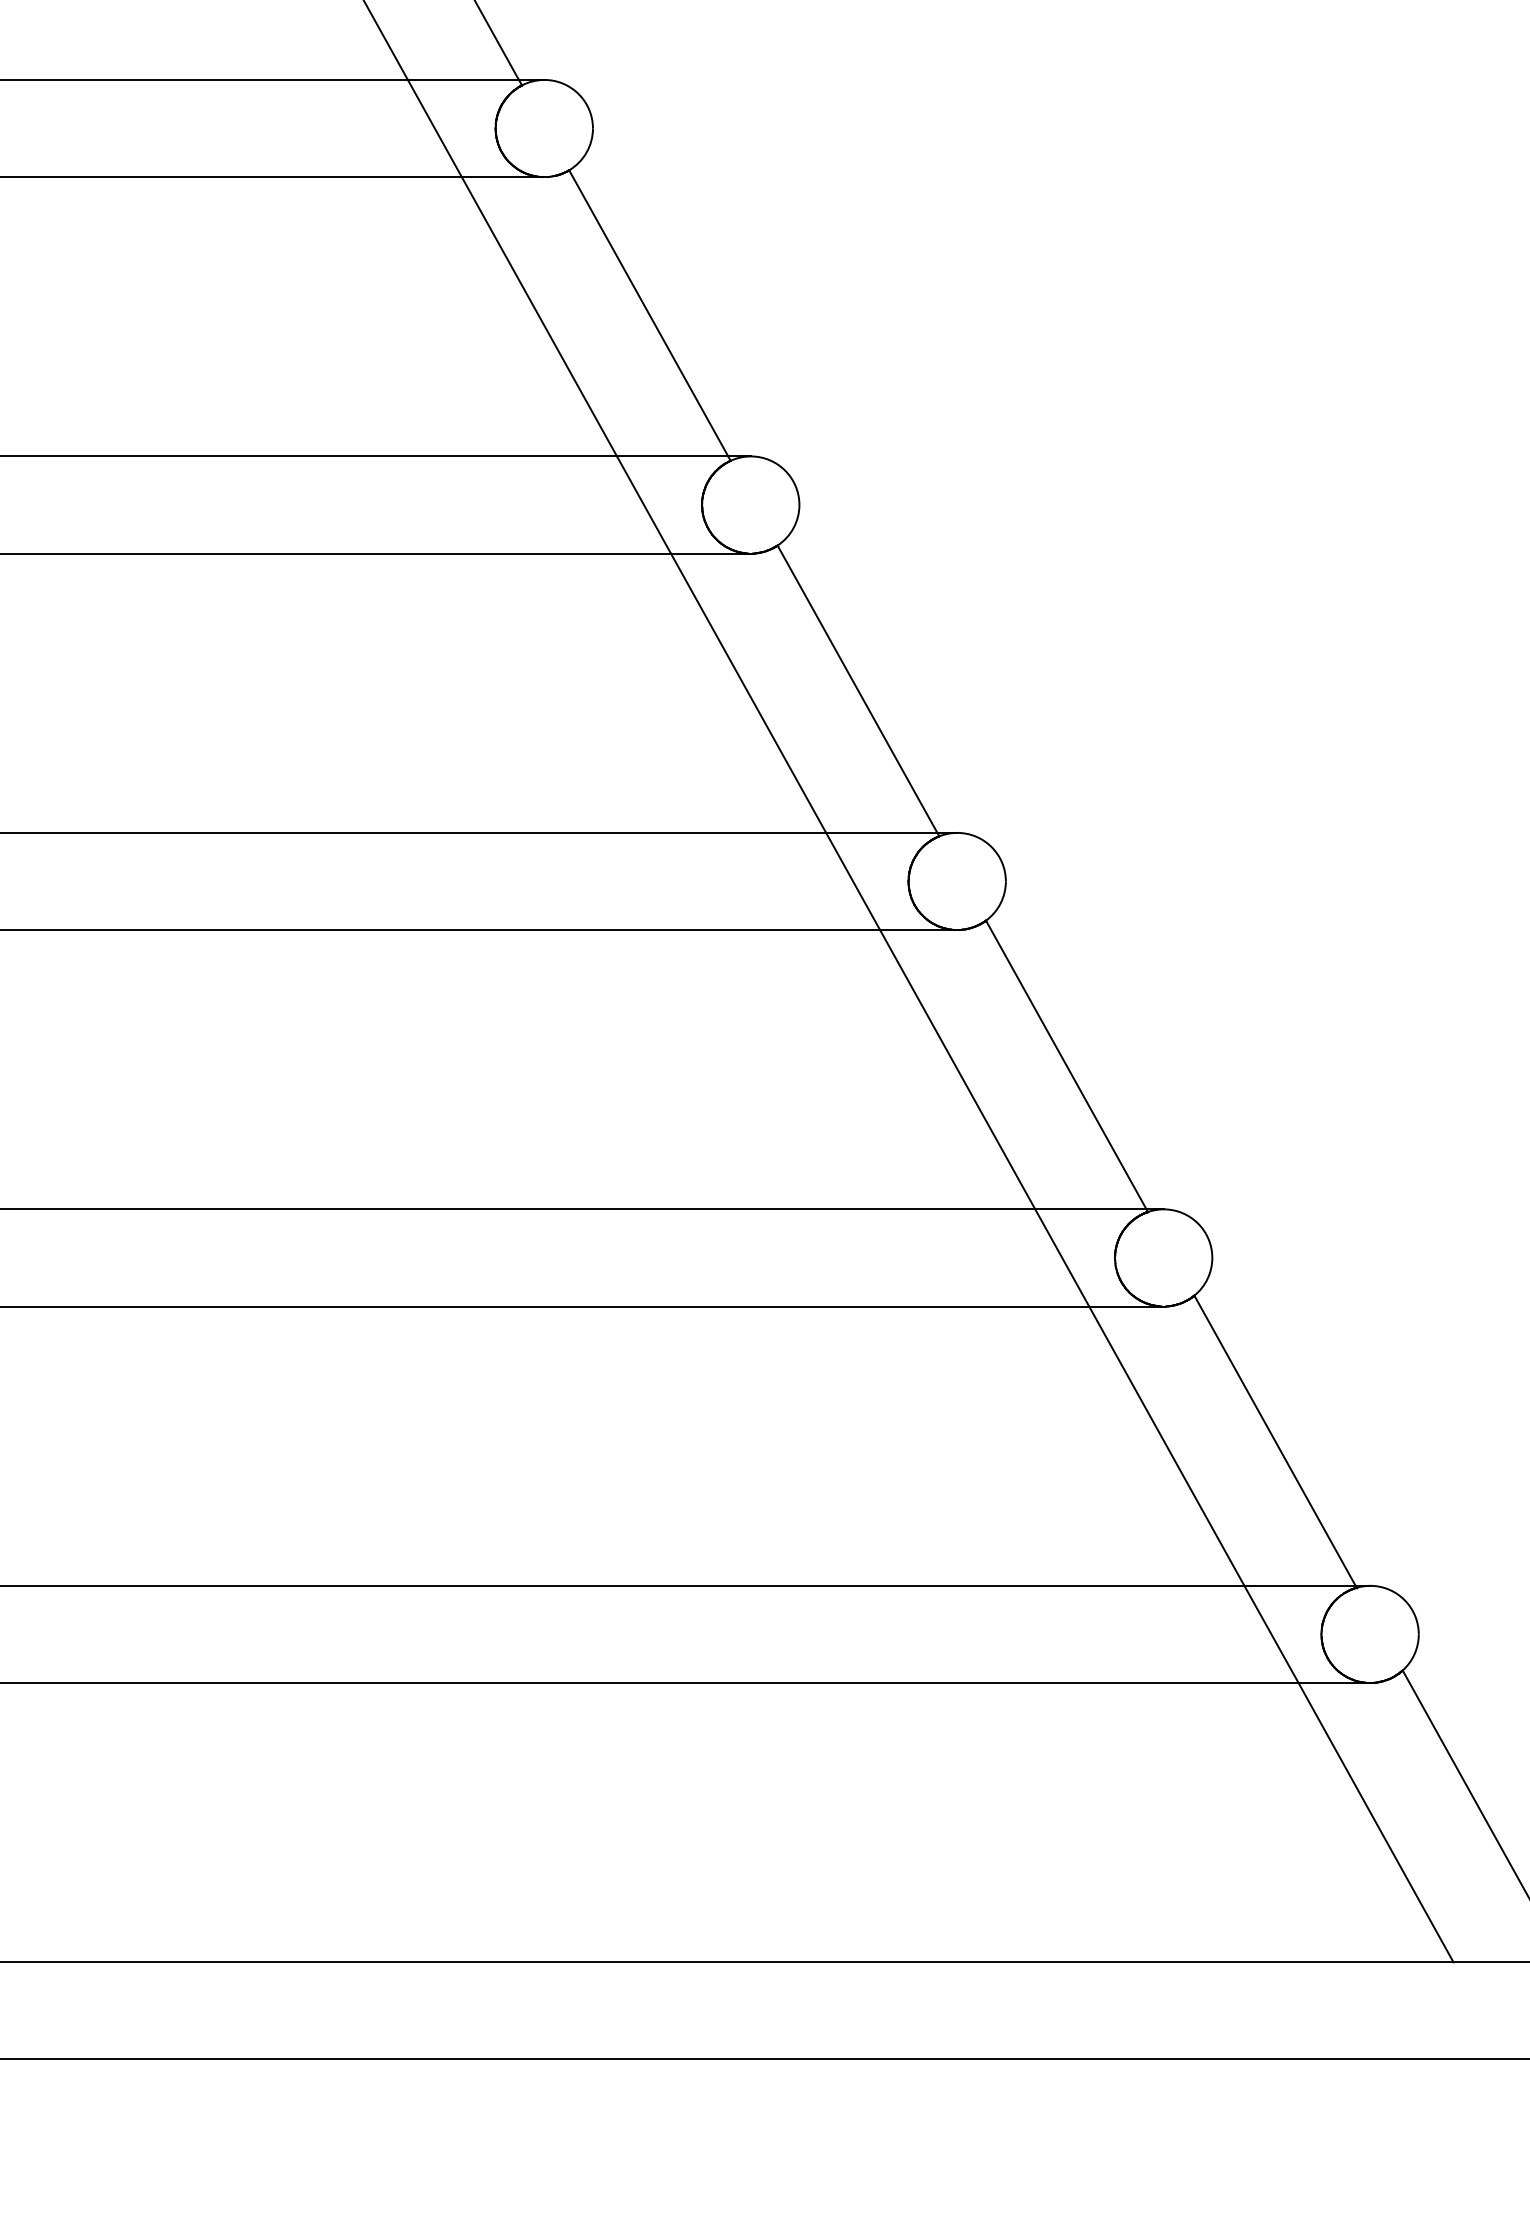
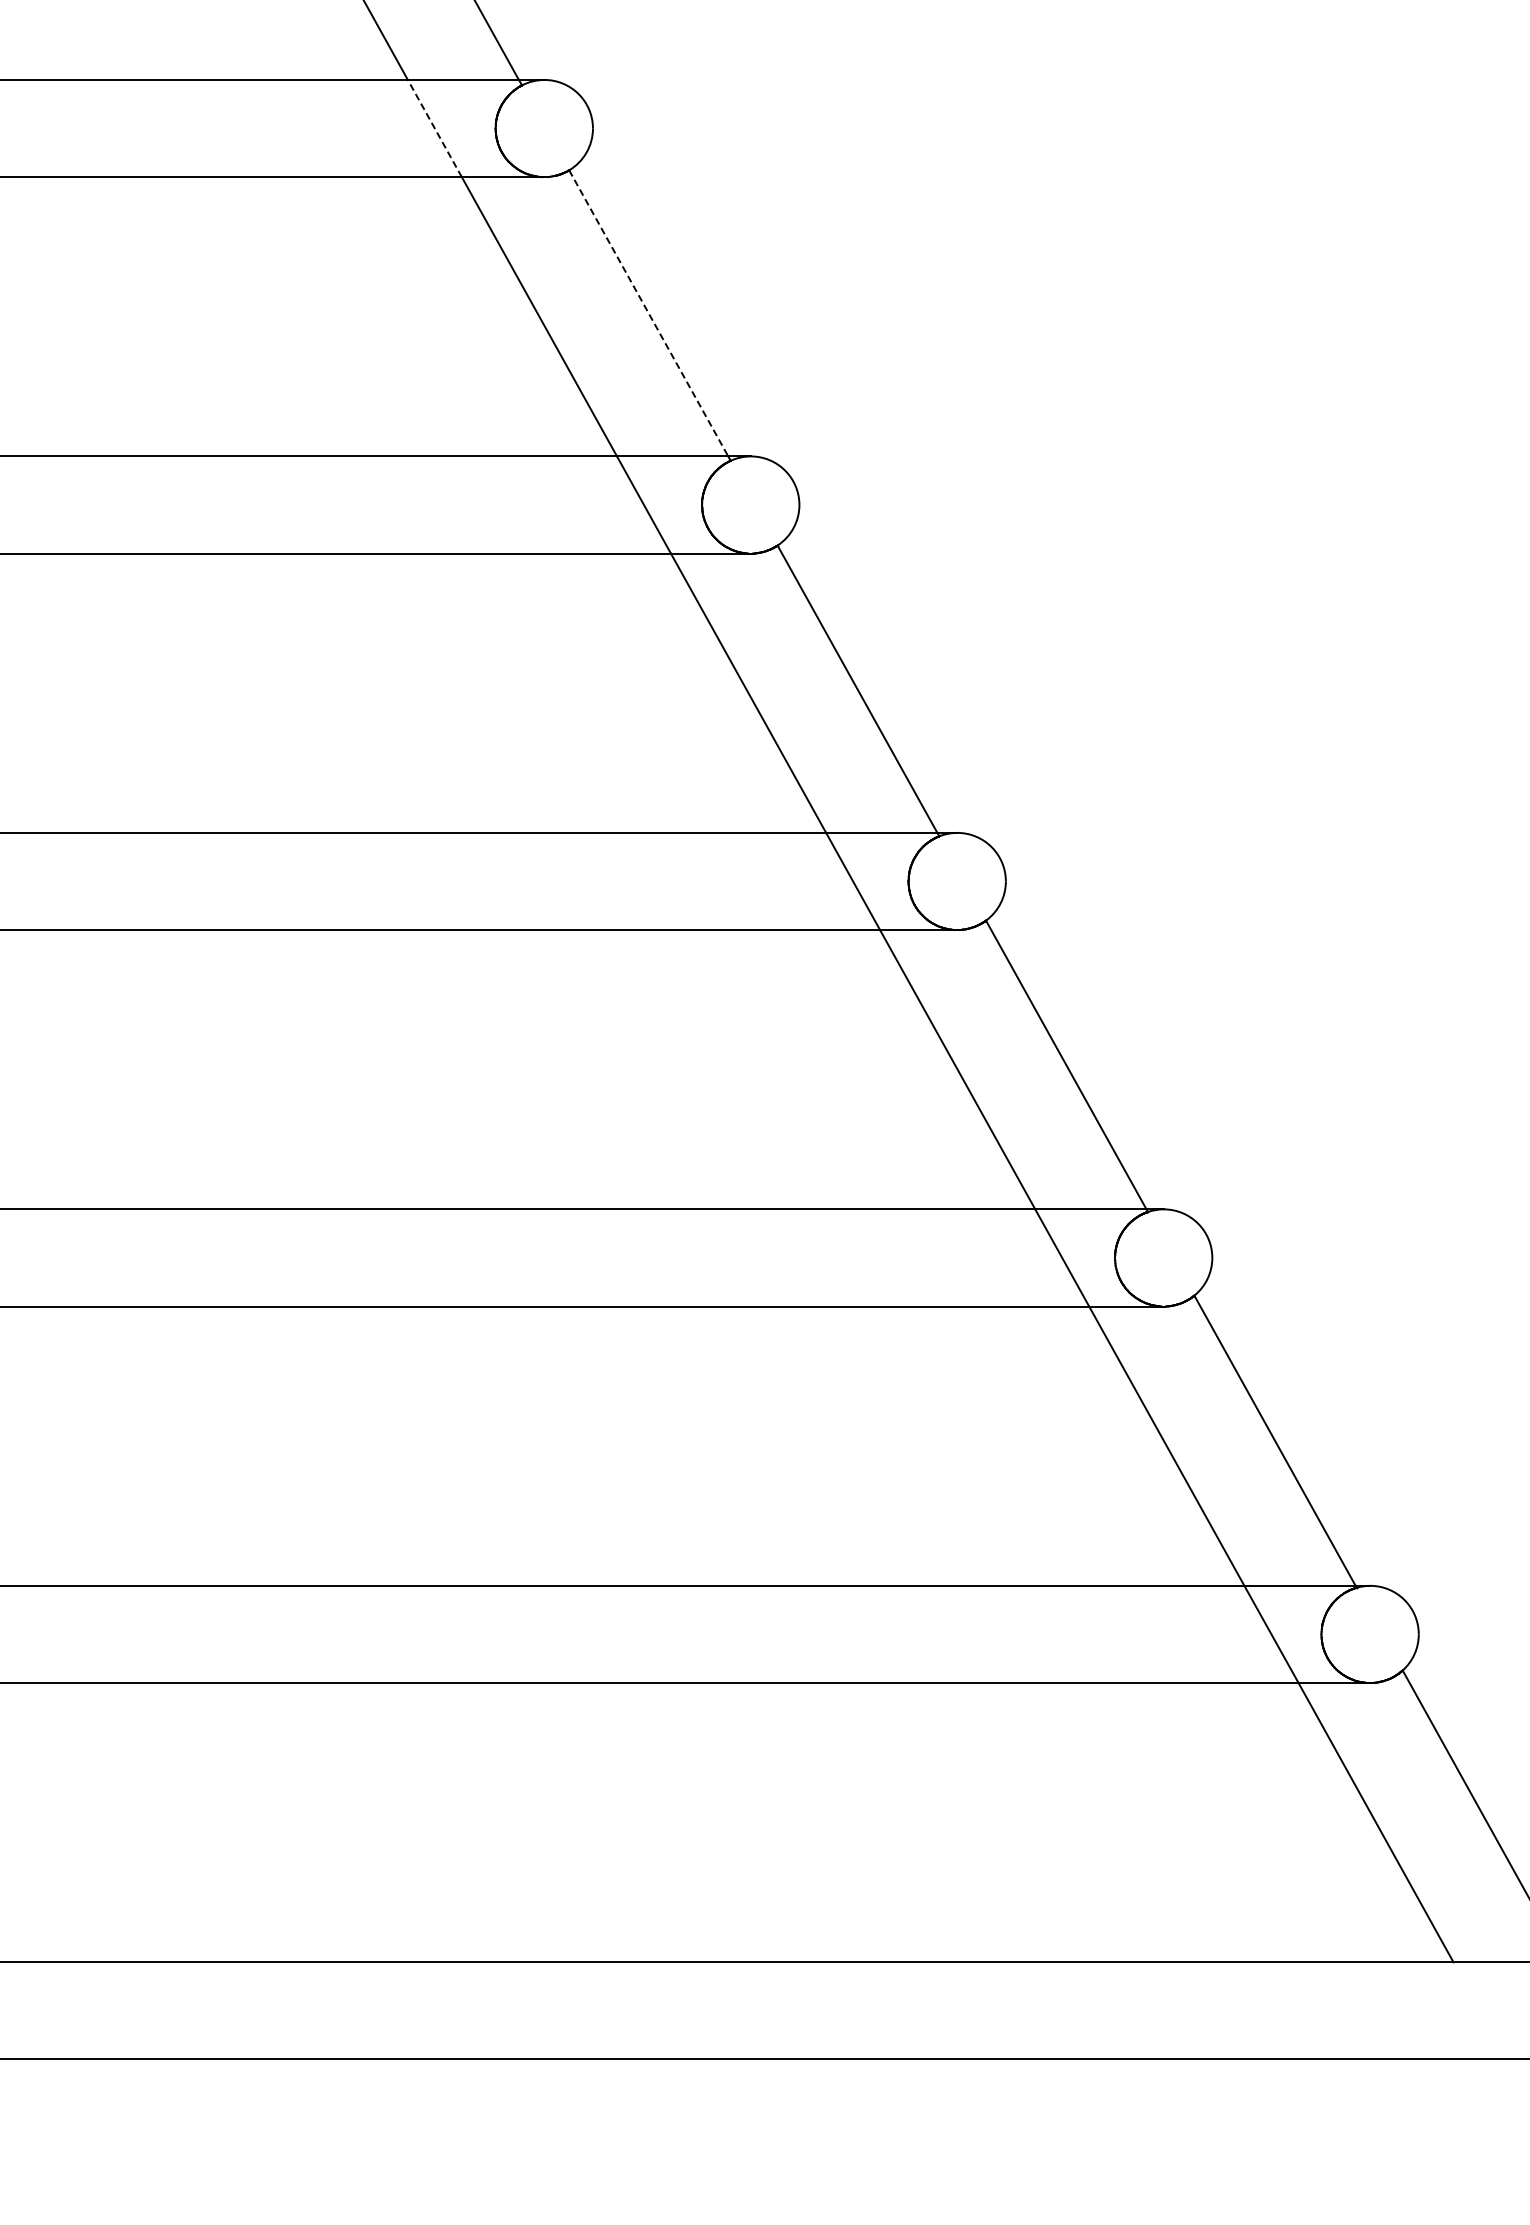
line at (434, 128): solid -> dashed
line at (648, 313): solid -> dashed
